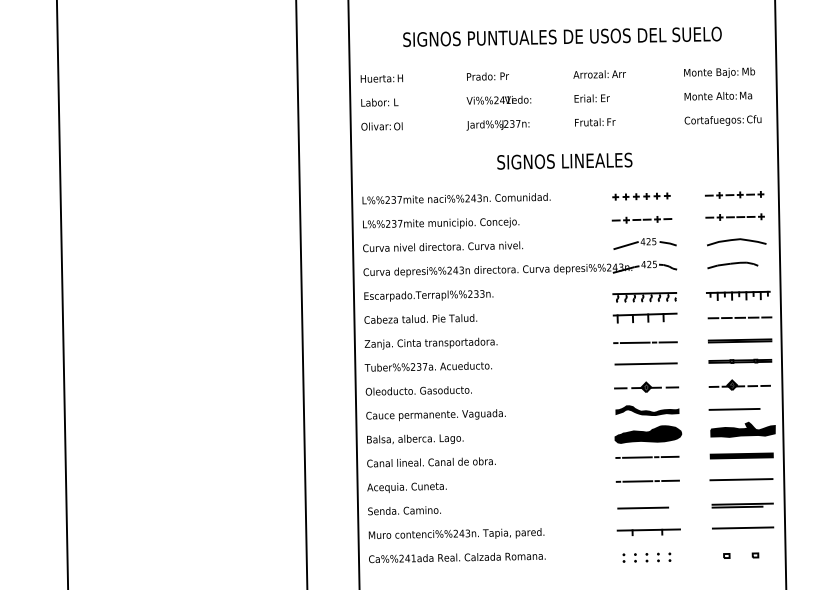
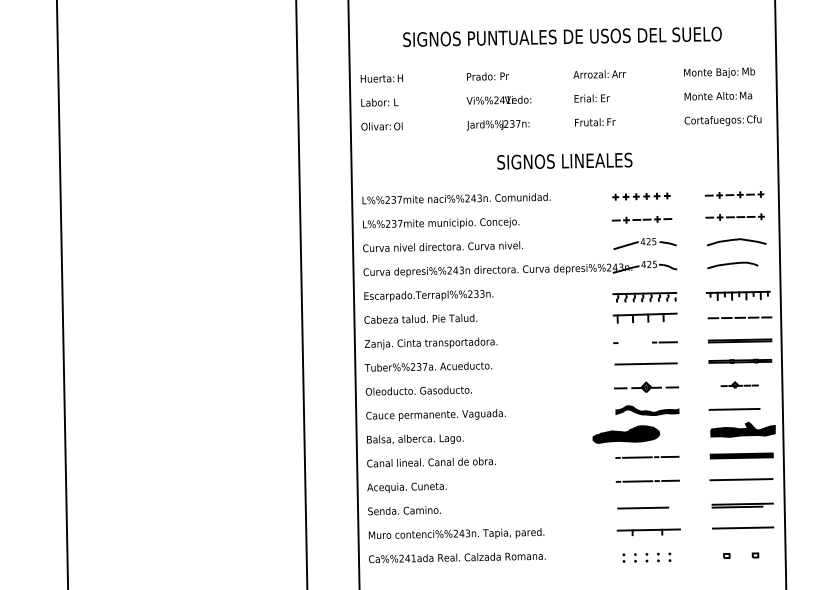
line at (634, 342): present -> none
part at (739, 384) size: 63x12 px -> 39x8 px
part at (648, 434) position: (648, 434) -> (626, 434)
